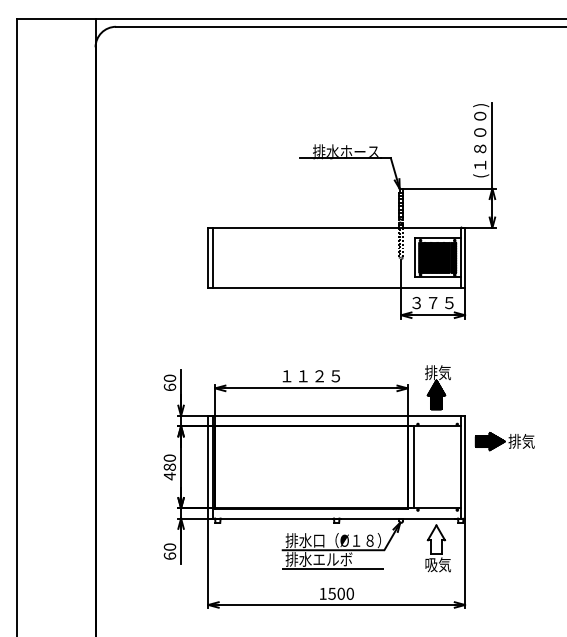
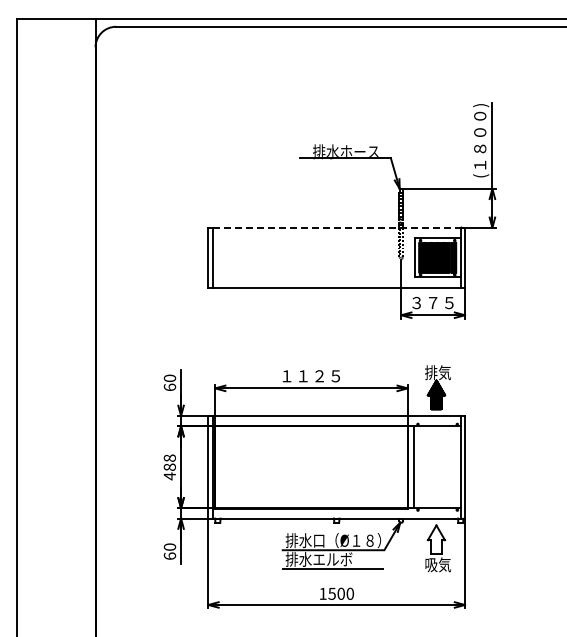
line at (337, 227): solid -> dashed
part at (504, 441): present -> none
text at (169, 457): 480 -> 488
